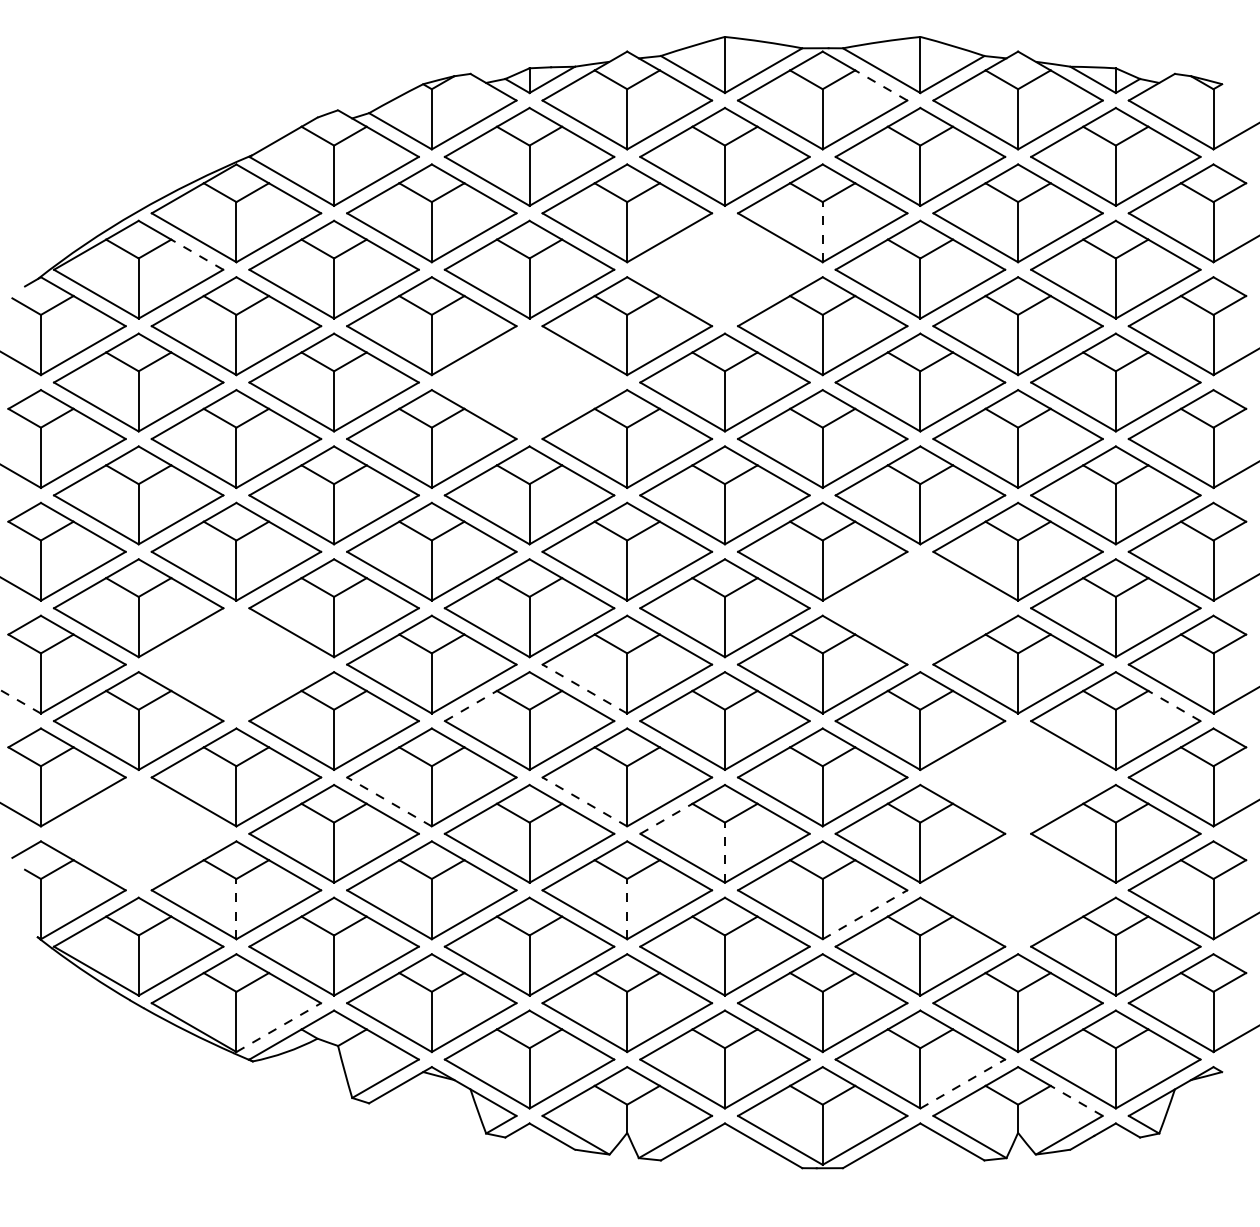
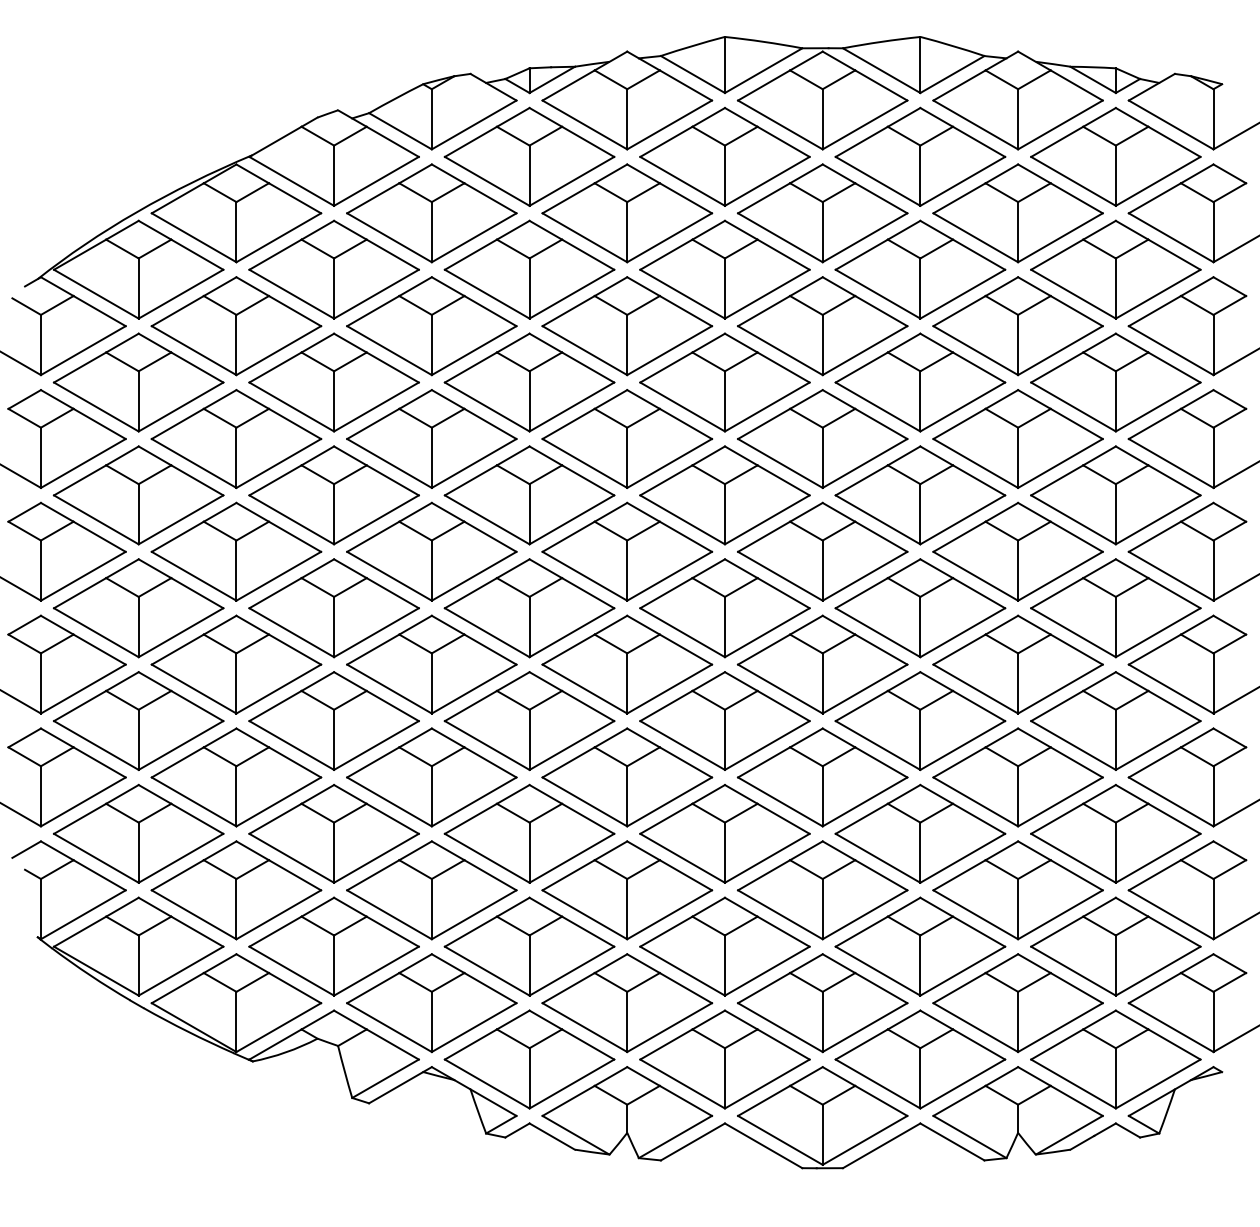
line at (880, 85): dashed -> solid
line at (822, 231): dashed -> solid
line at (196, 254): dashed -> solid
part at (724, 269): none -> present
part at (529, 382): none -> present
part at (920, 608): none -> present
part at (236, 664): none -> present
line at (584, 689): dashed -> solid
line at (20, 701): dashed -> solid
line at (471, 705): dashed -> solid
line at (1174, 705): dashed -> solid
part at (1017, 777): none -> present
line at (389, 801): dashed -> solid
line at (584, 801): dashed -> solid
line at (666, 818): dashed -> solid
part at (138, 833): none -> present
line at (724, 852): dashed -> solid
part at (1017, 890): none -> present
line at (236, 908): dashed -> solid
line at (627, 908): dashed -> solid
line at (865, 914): dashed -> solid
line at (278, 1027): dashed -> solid
line at (962, 1084): dashed -> solid
line at (1076, 1100): dashed -> solid
